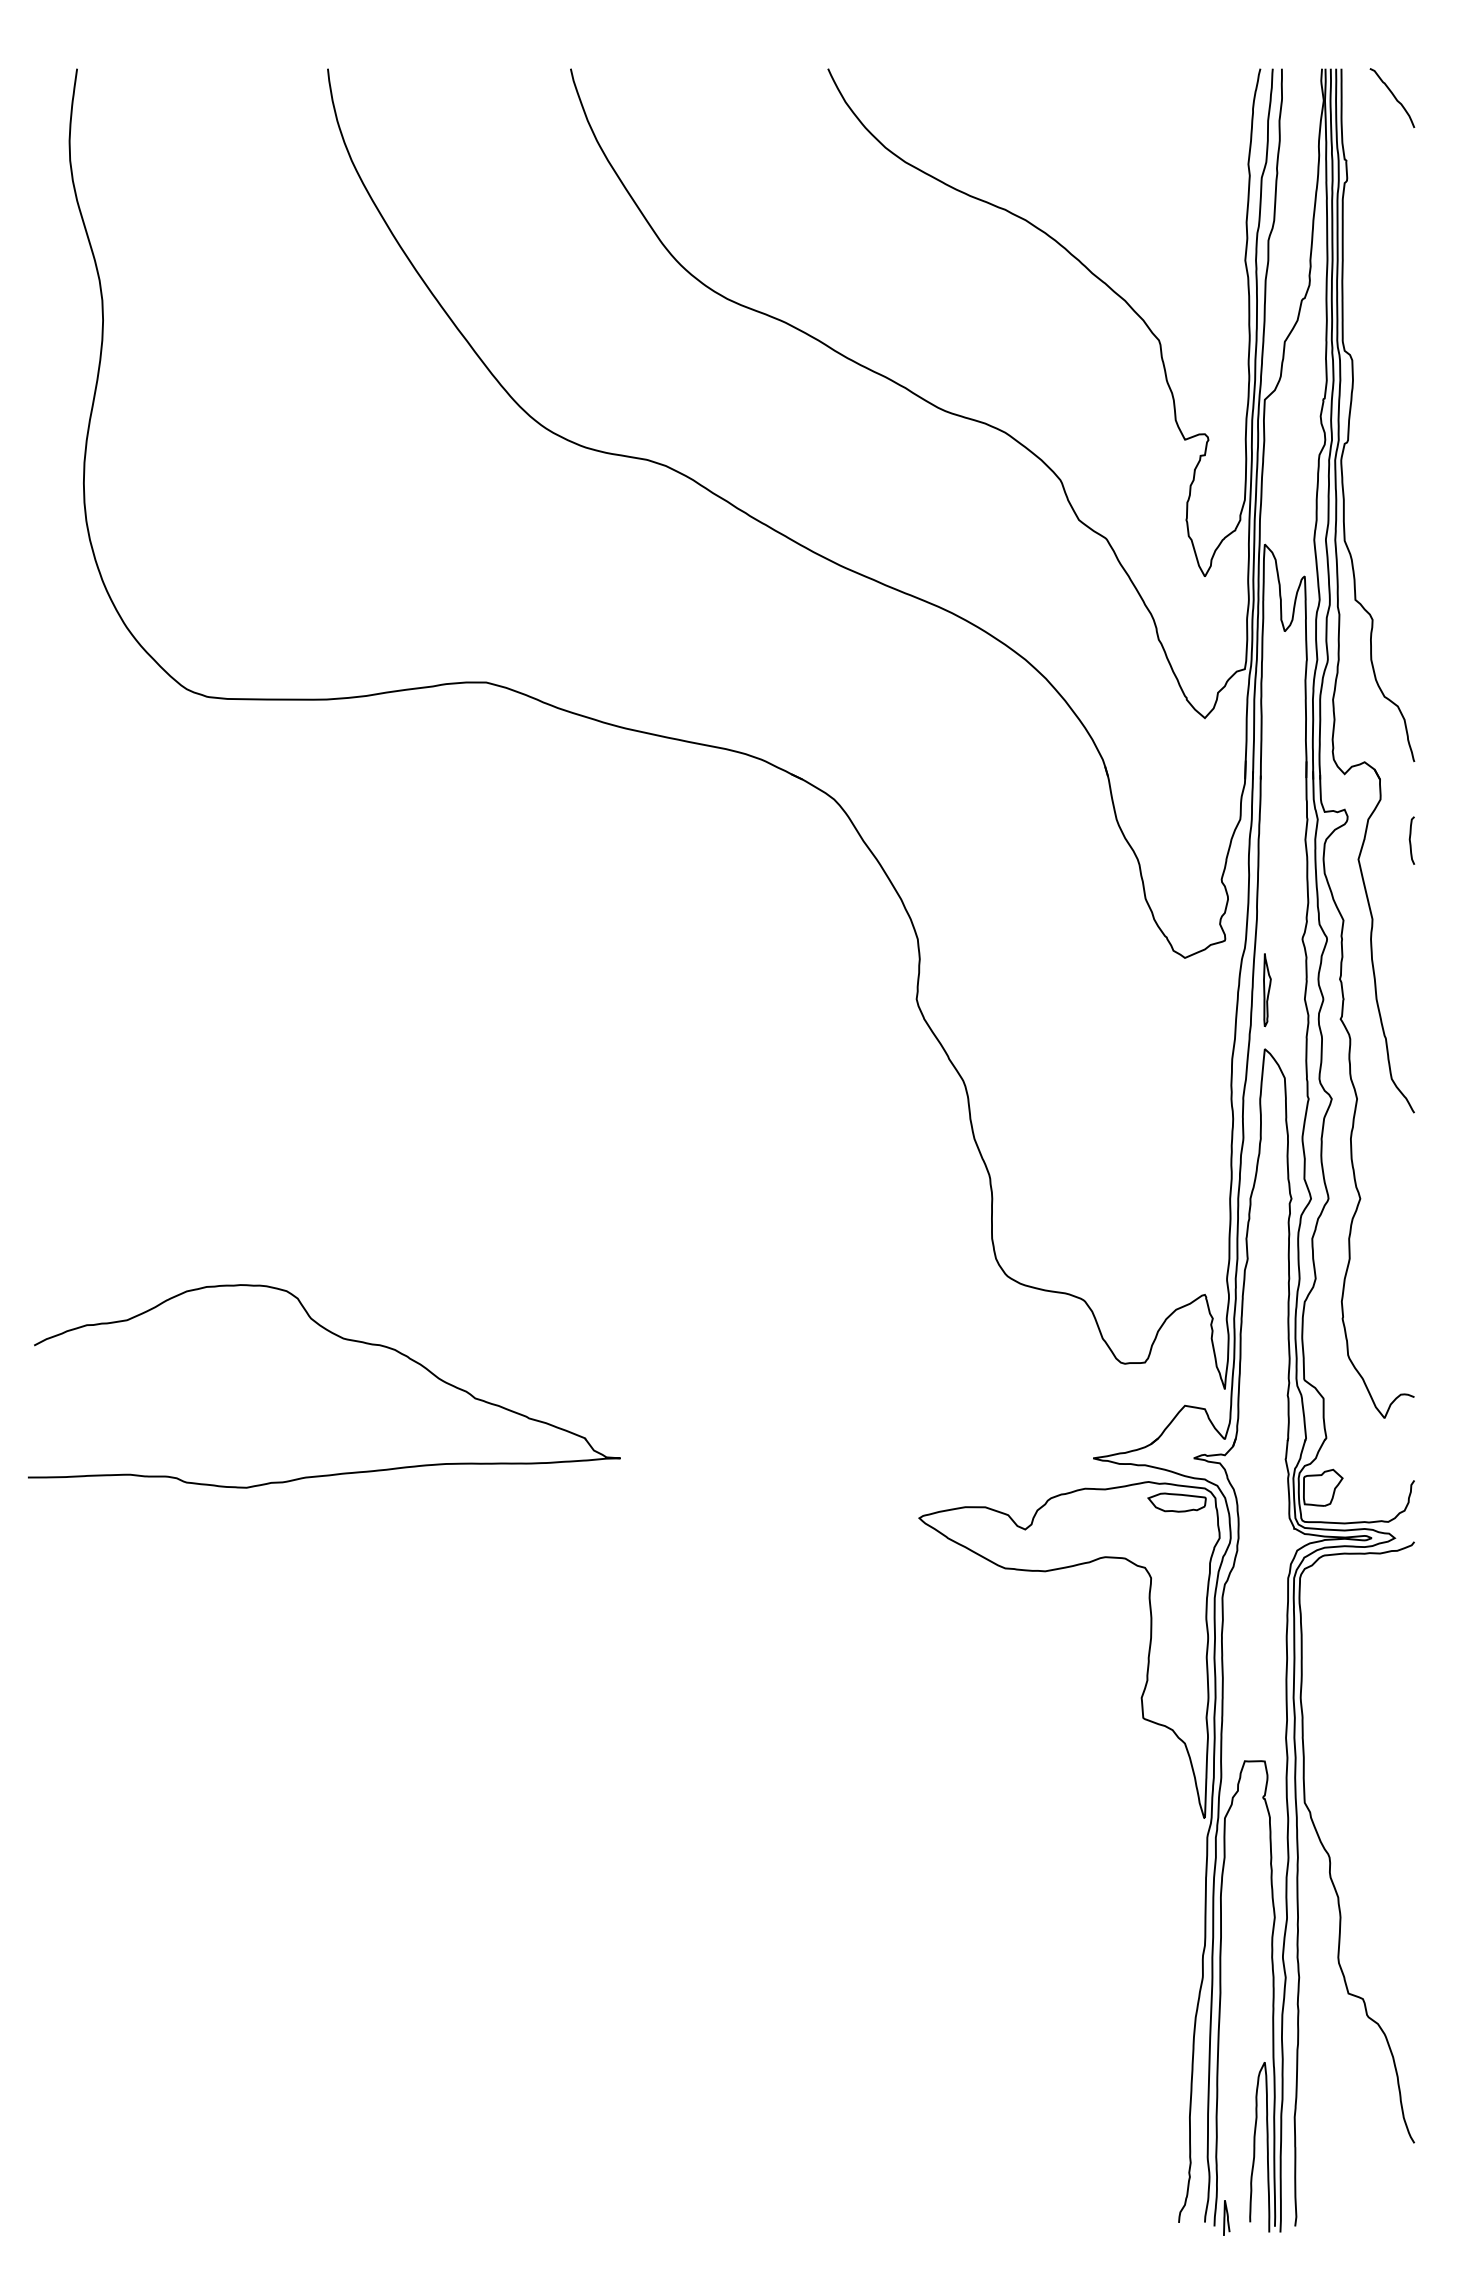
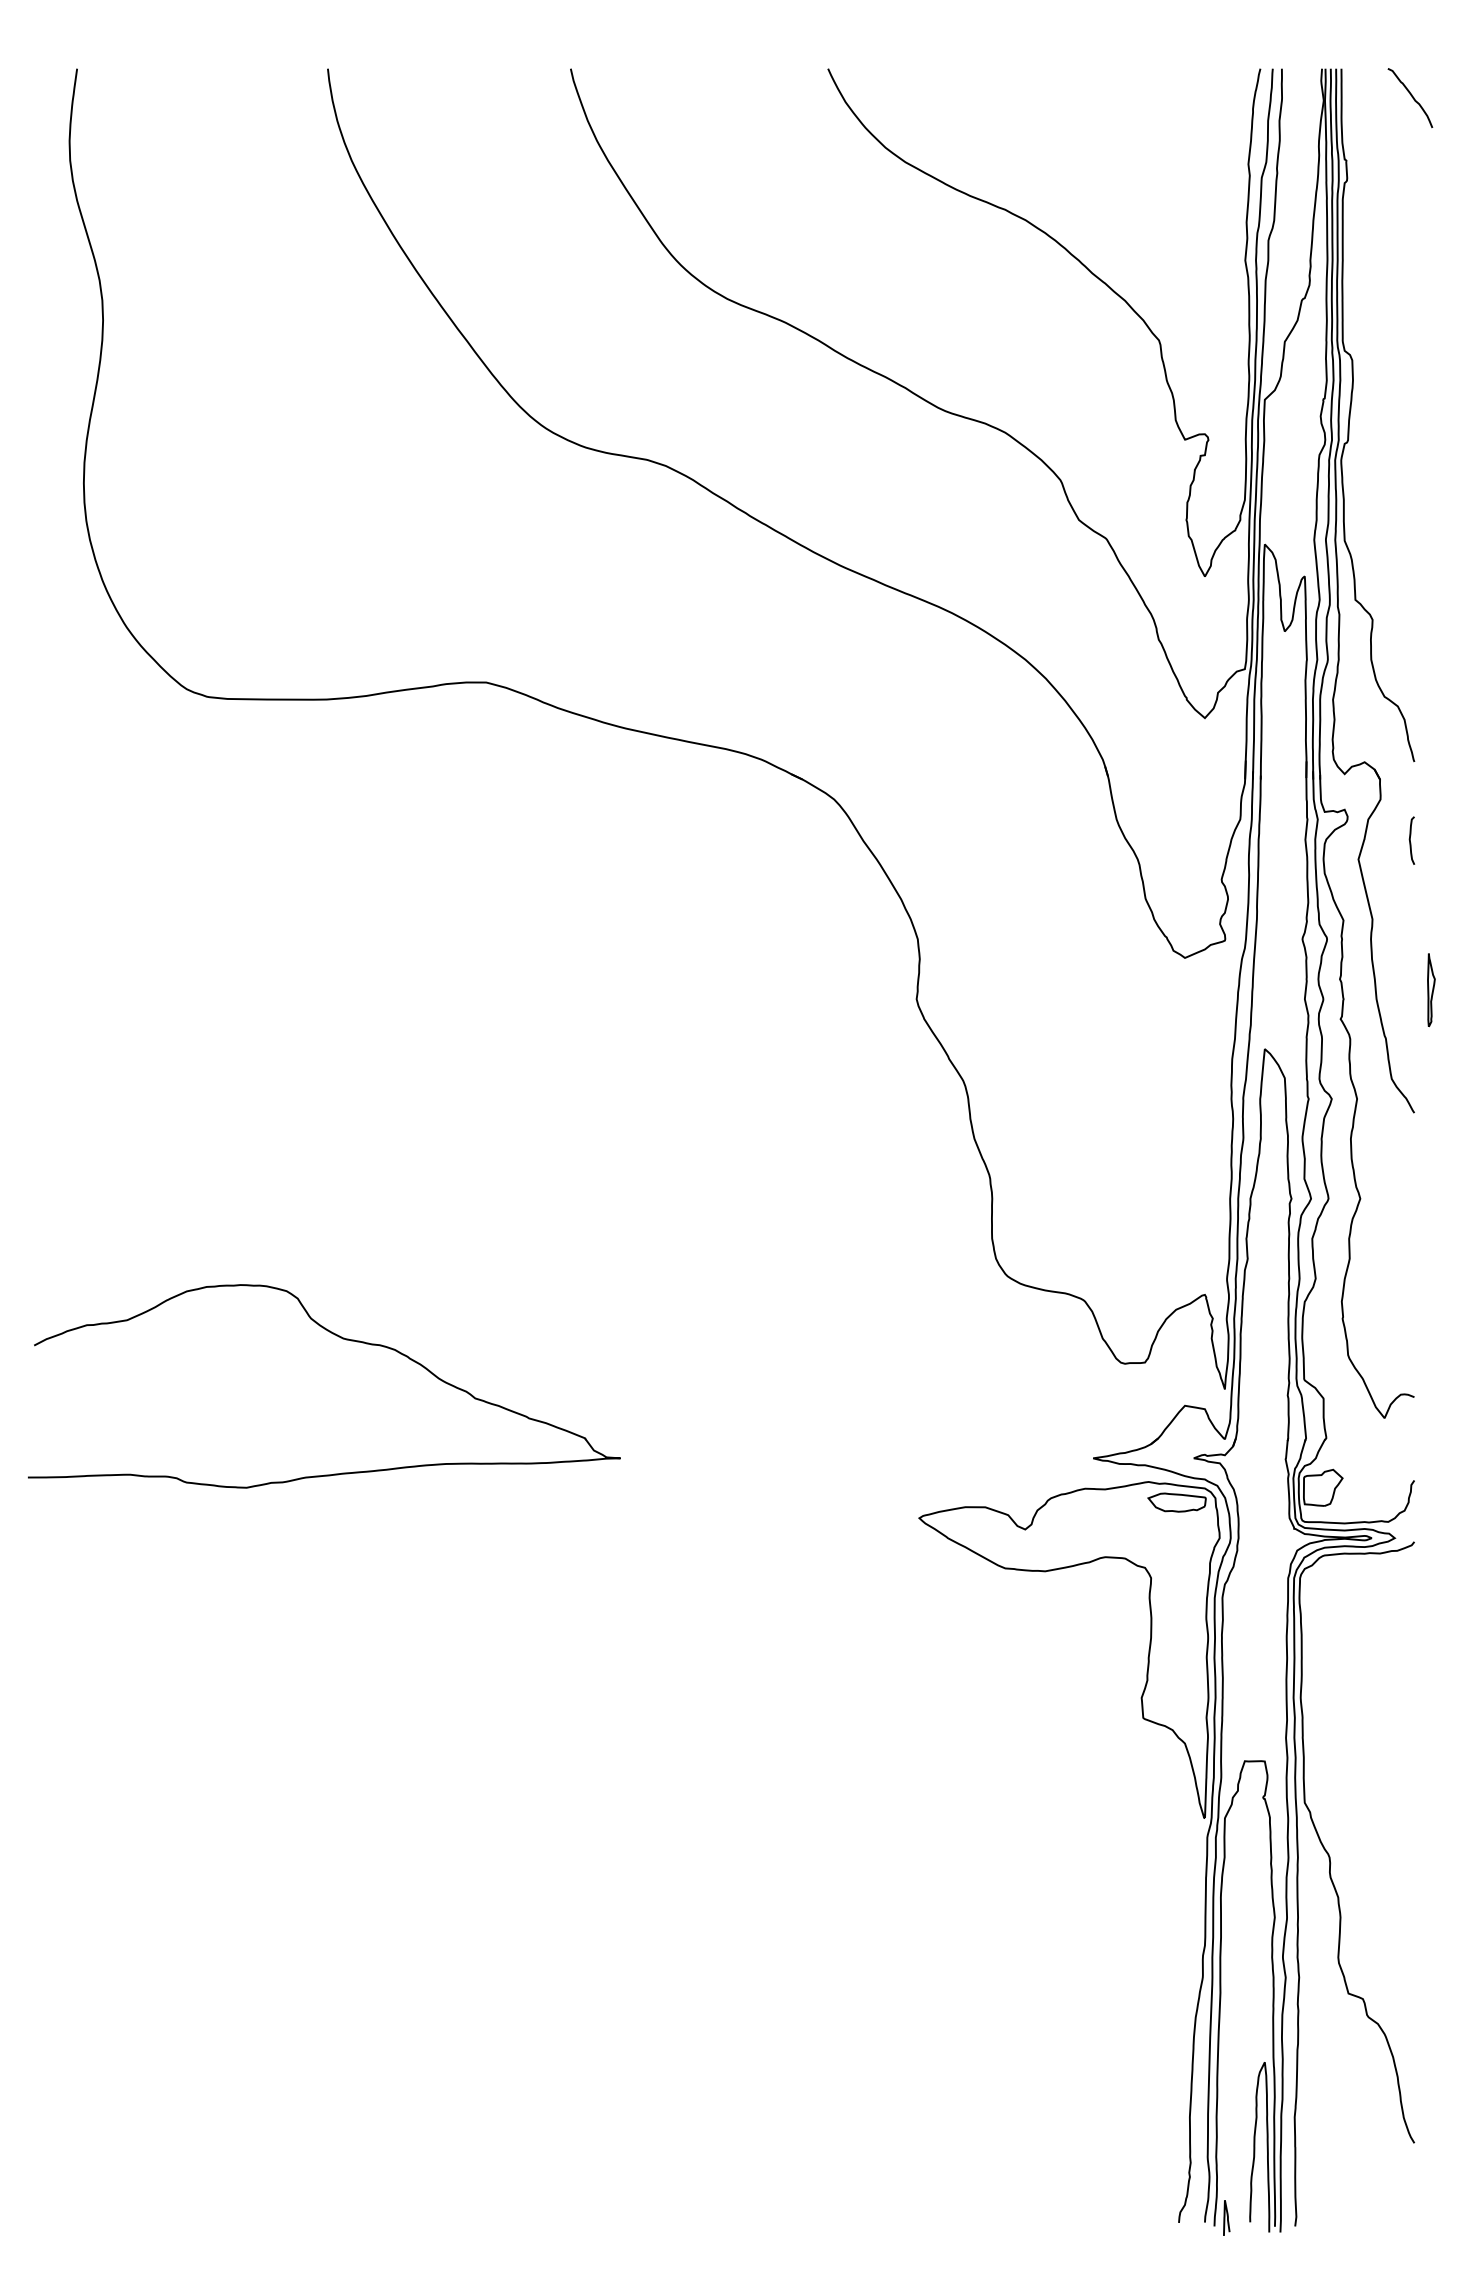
curve at (1394, 98) position: (1394, 98) -> (1412, 98)
part at (1267, 990) position: (1267, 990) -> (1431, 990)
